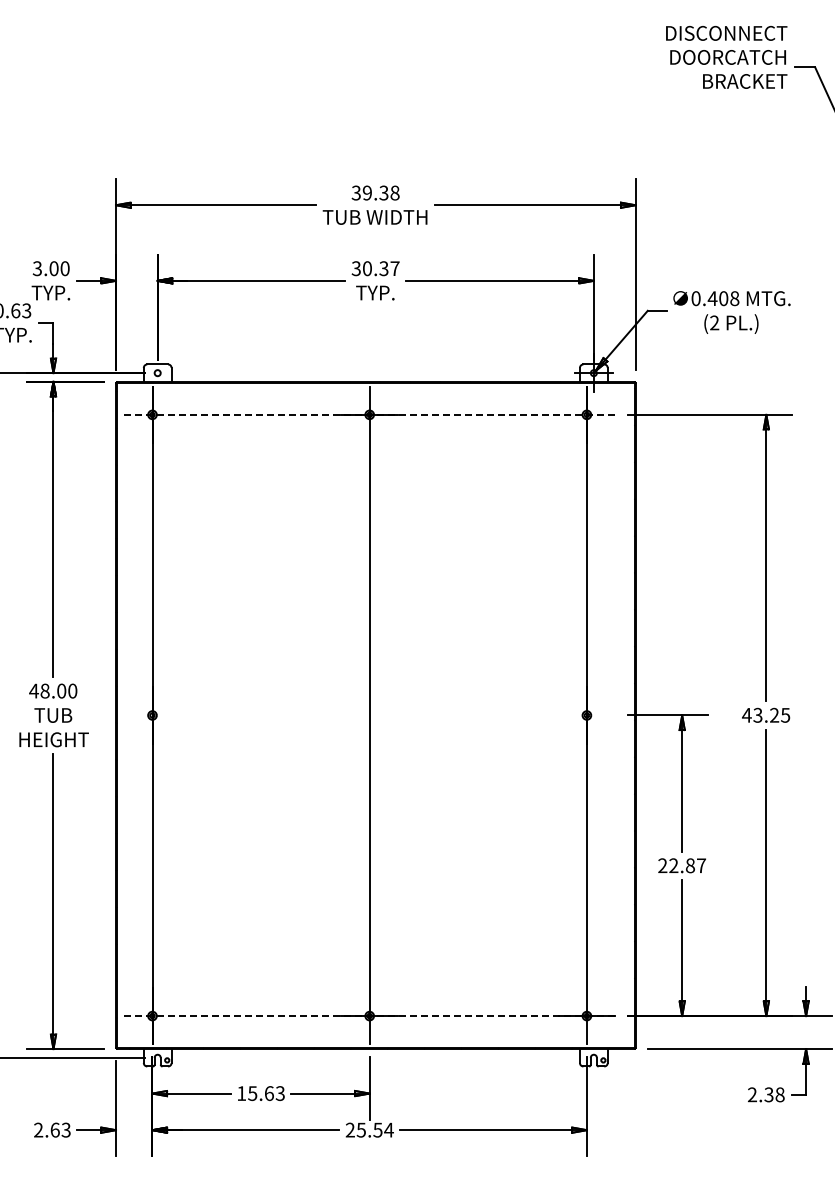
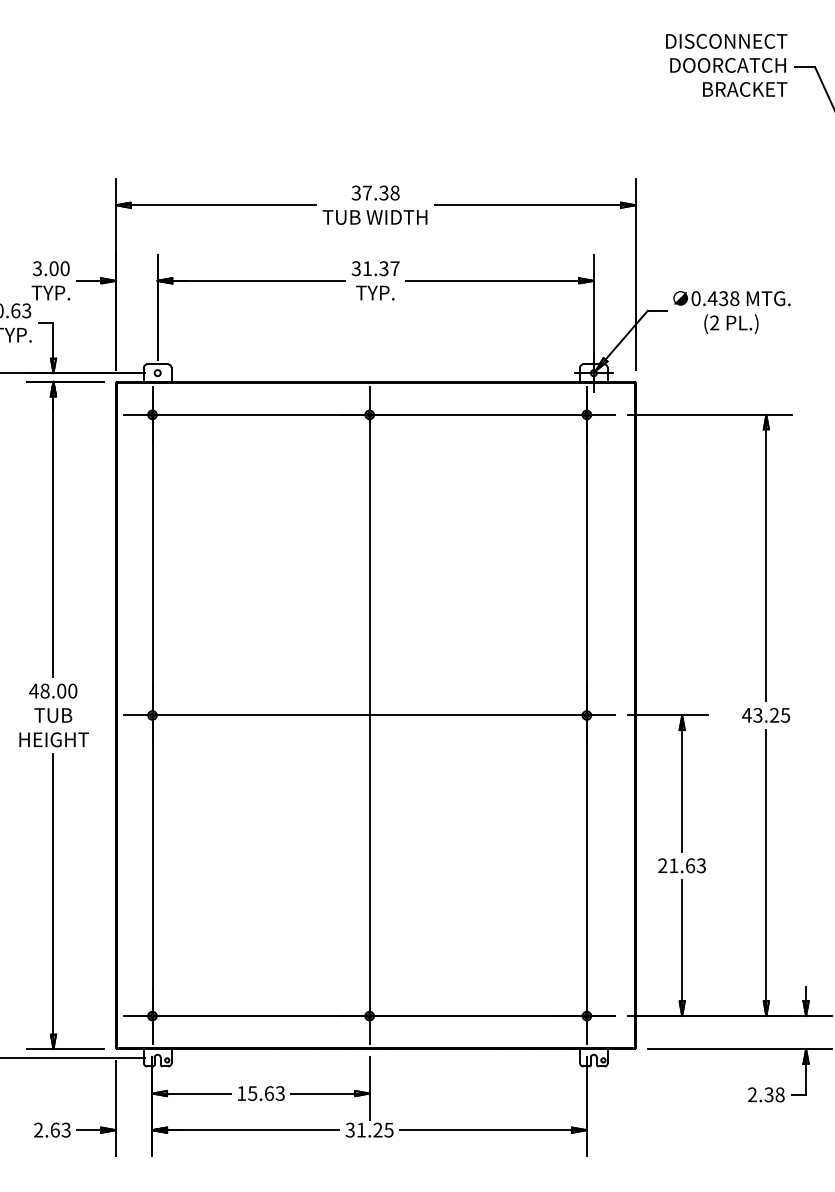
text at (726, 57) position: (726, 57) -> (726, 65)
text at (366, 192): 39.38 -> 37.38
text at (367, 268): 30.37 -> 31.37
text at (723, 298): 0.408 -> 0.438
line at (369, 414): dashed -> solid
line at (369, 715): none -> present
text at (687, 865): 22.87 -> 21.63
line at (369, 1016): dashed -> solid
text at (369, 1129): 25.54 -> 31.25
